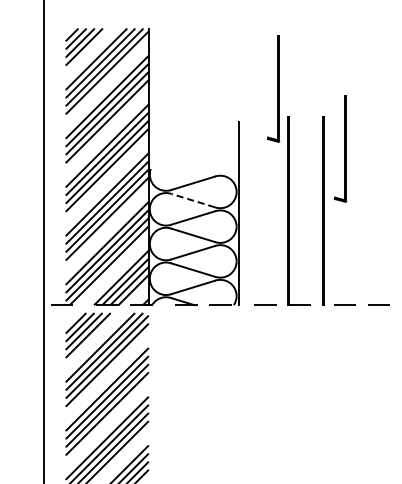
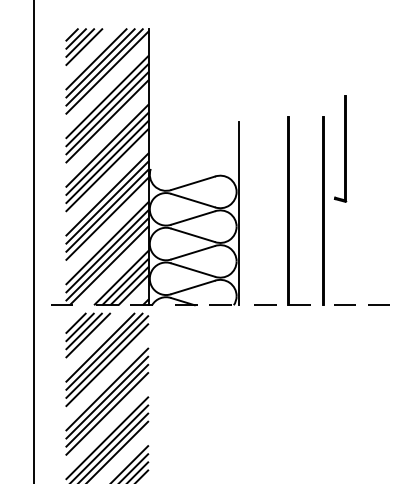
part at (273, 88): present -> none
line at (193, 200): dashed -> solid
line at (44, 241) position: (44, 241) -> (34, 241)
